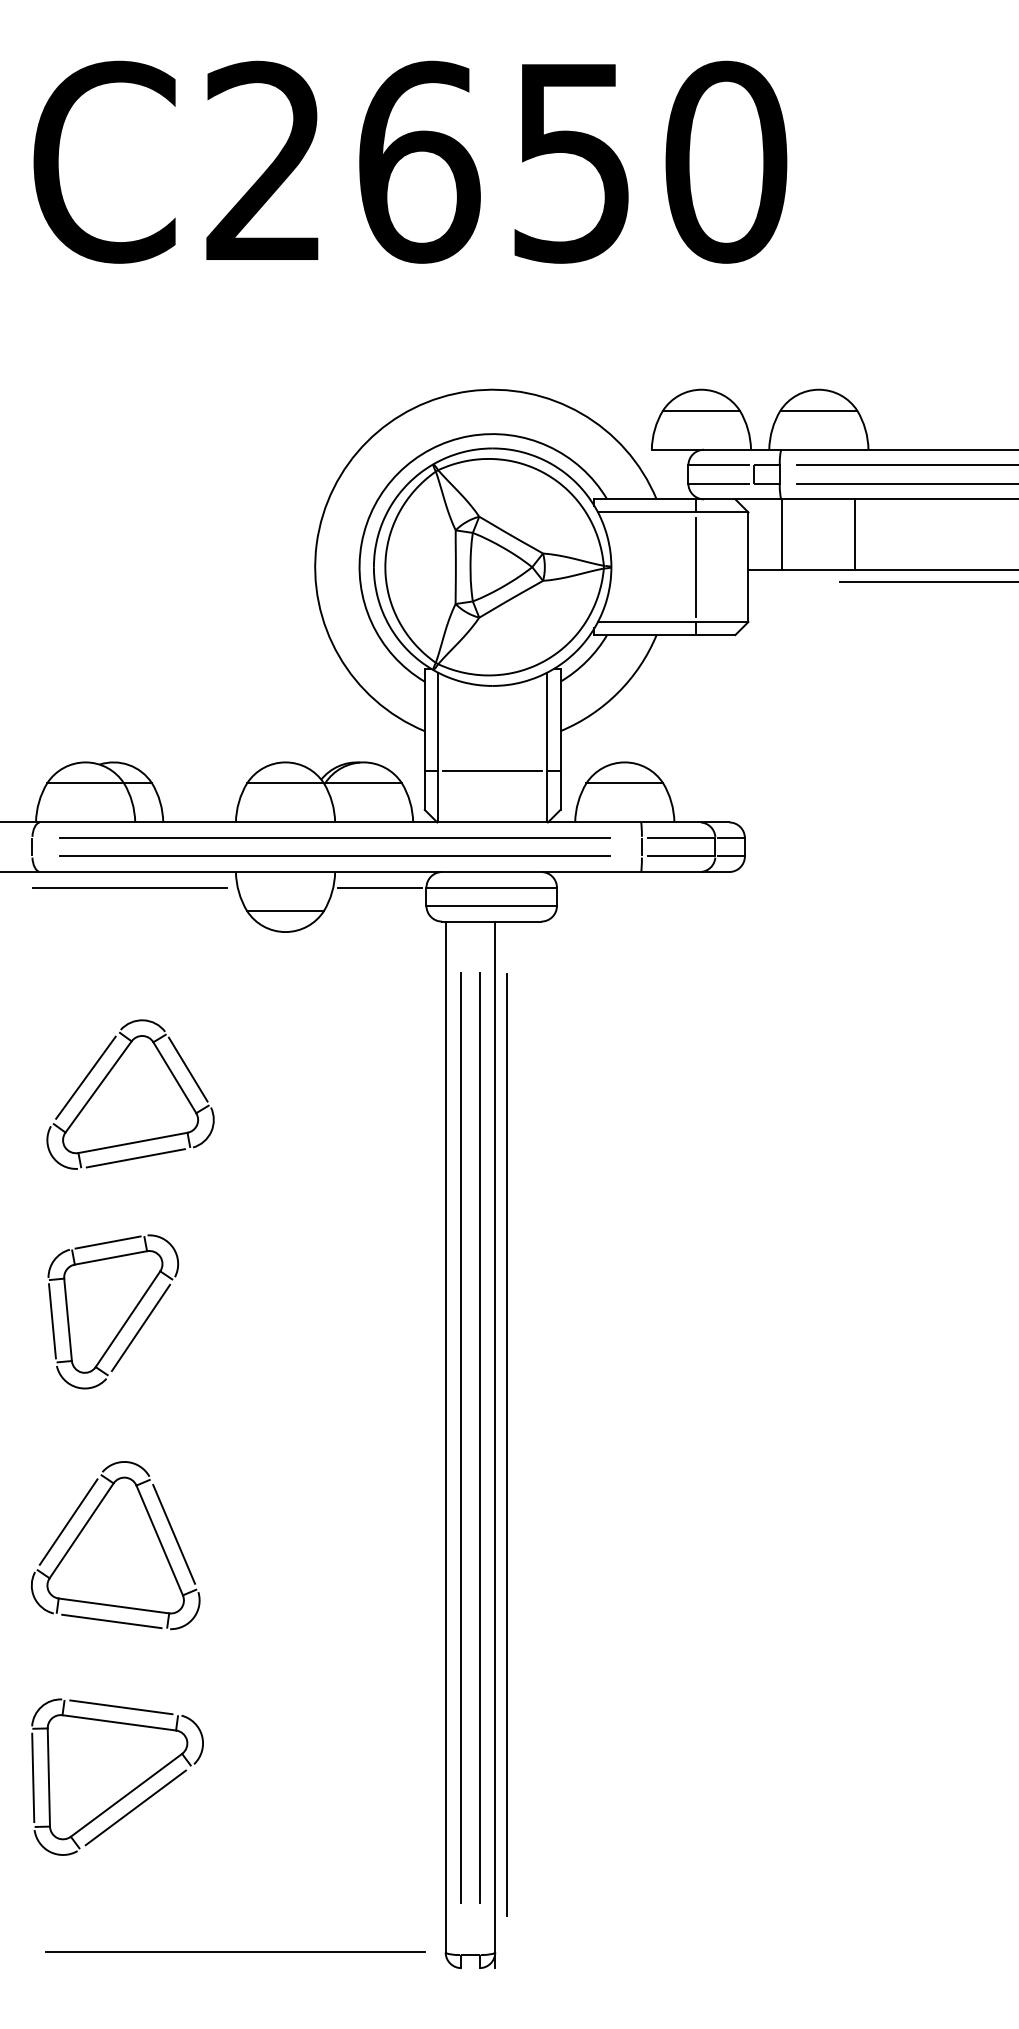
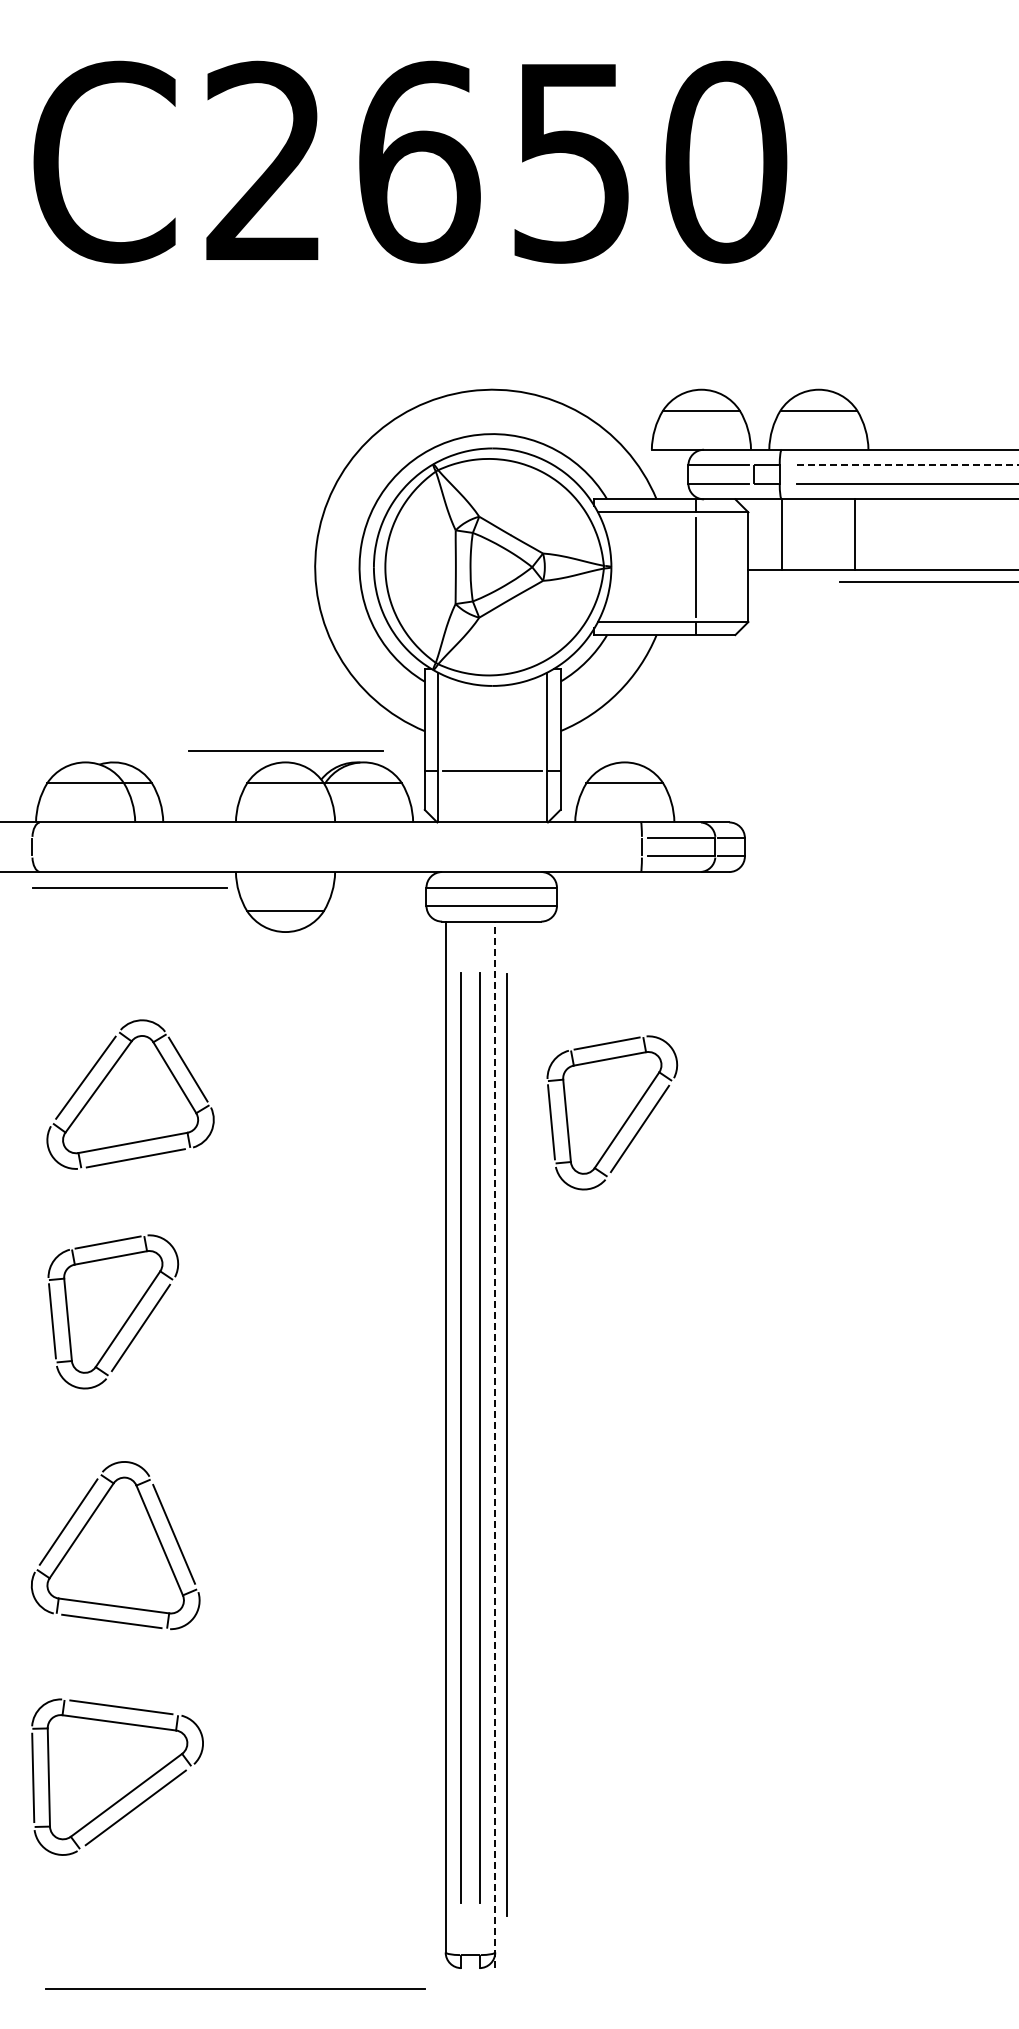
line at (907, 465): solid -> dashed
line at (285, 750): none -> present
line at (335, 838): present -> none
line at (335, 856): present -> none
line at (379, 887): present -> none
part at (612, 1112): none -> present
line at (495, 1444): solid -> dashed
line at (235, 1951) position: (235, 1951) -> (235, 1988)
